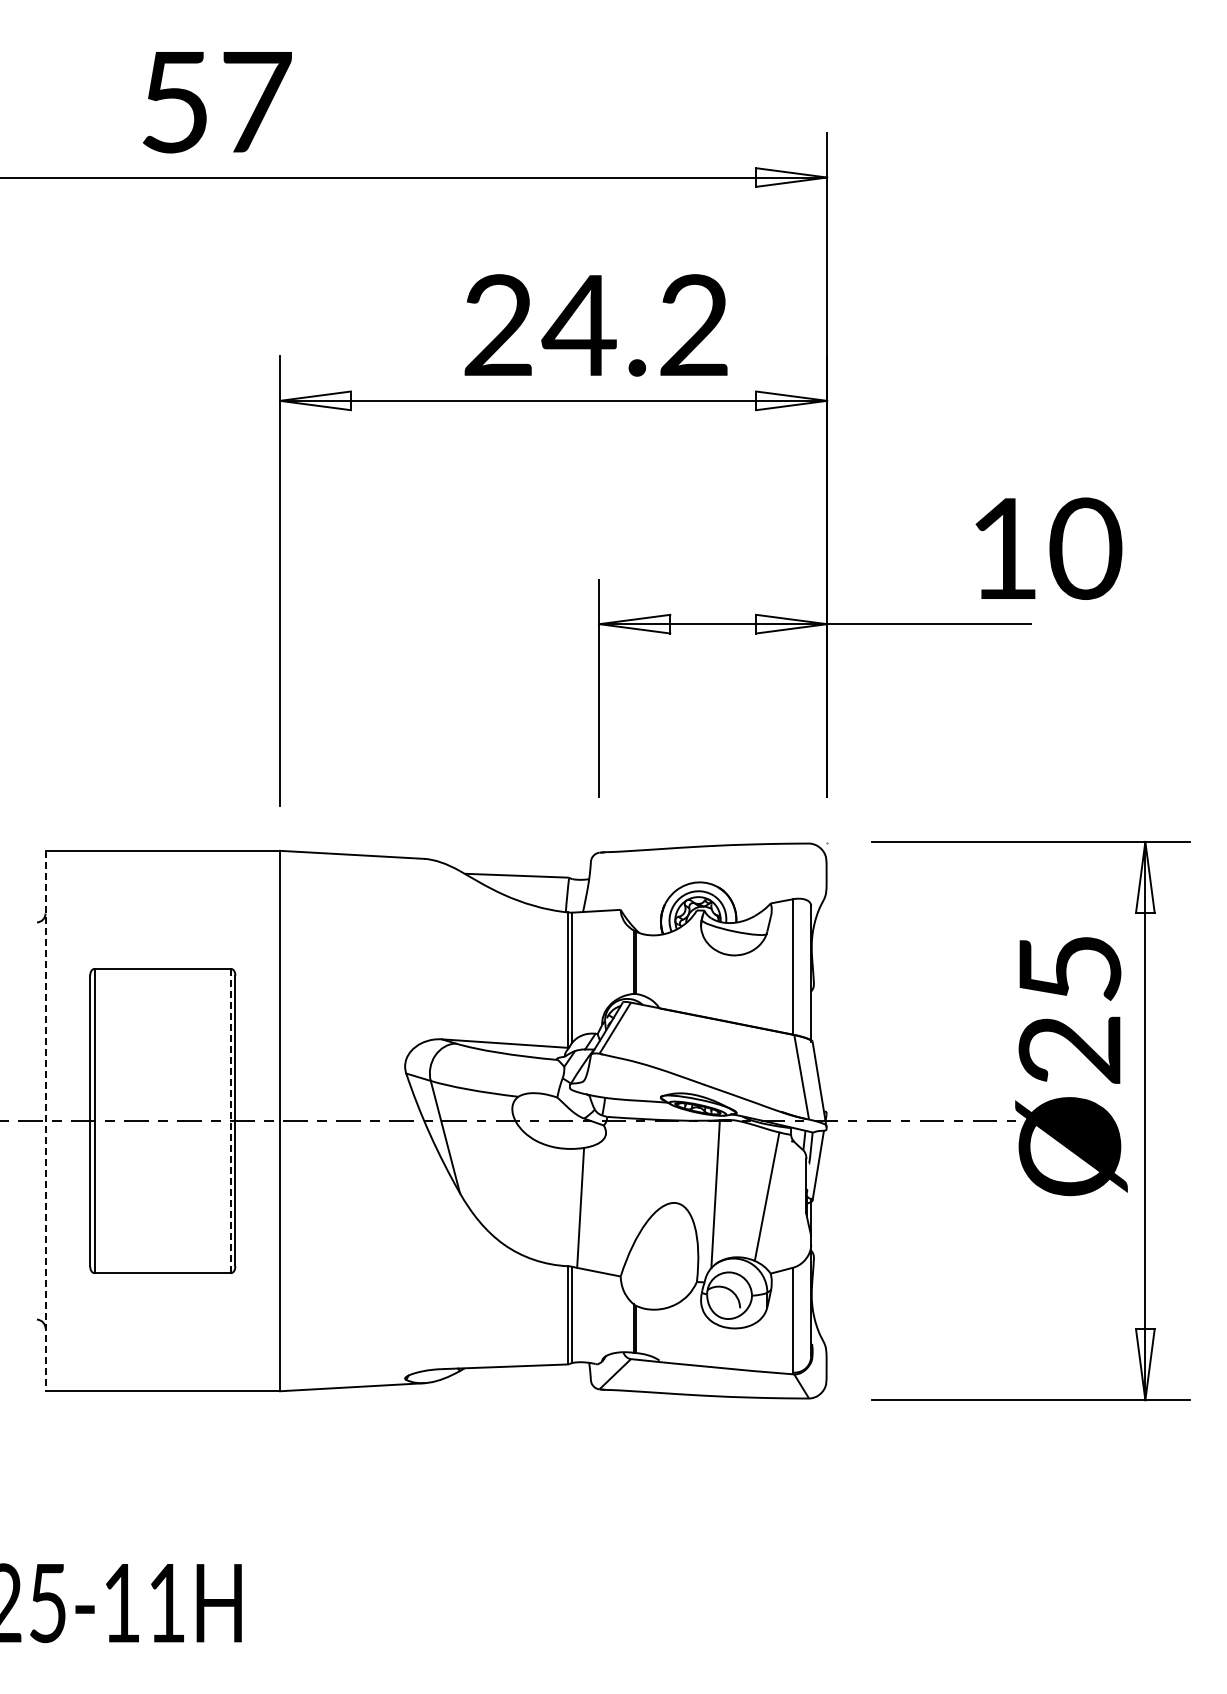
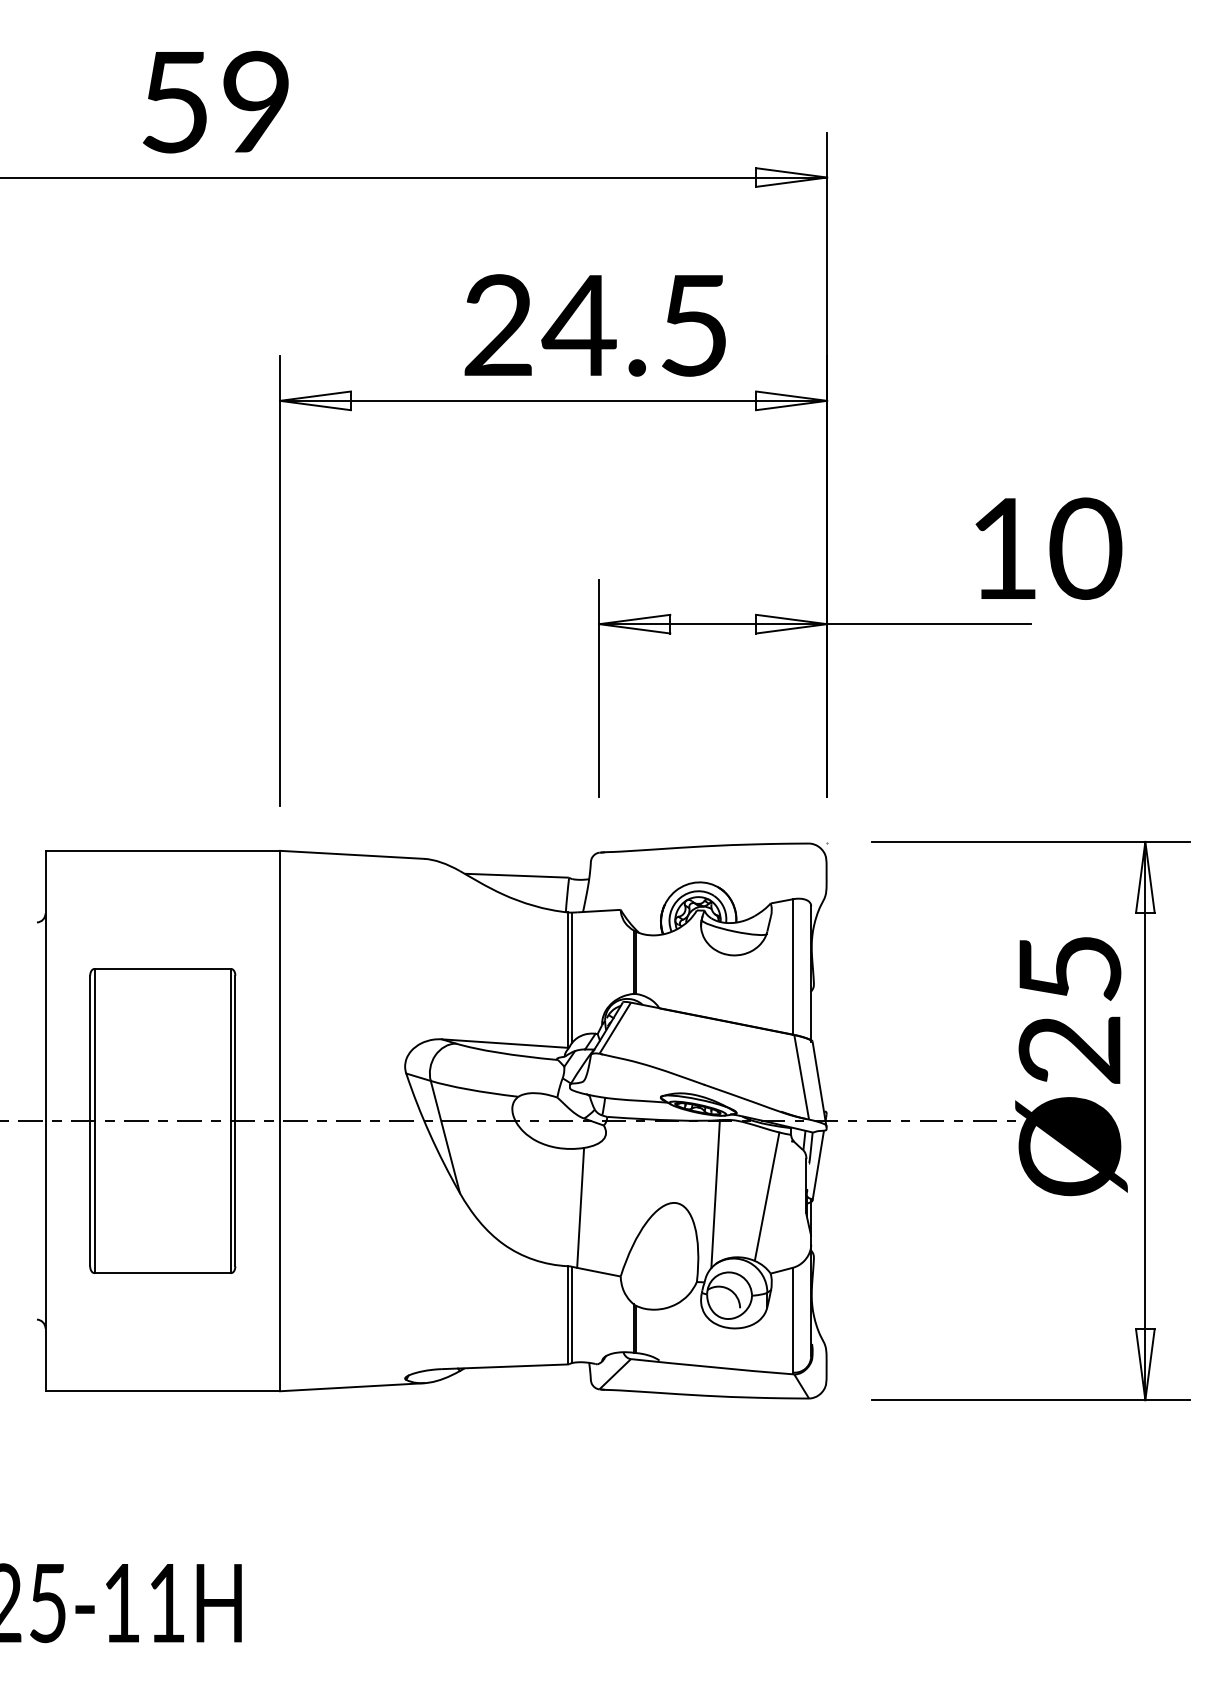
text at (257, 101): 57 -> 59
text at (693, 325): 24.2 -> 24.5
line at (45, 1121): dashed -> solid
line at (230, 1121): dashed -> solid
